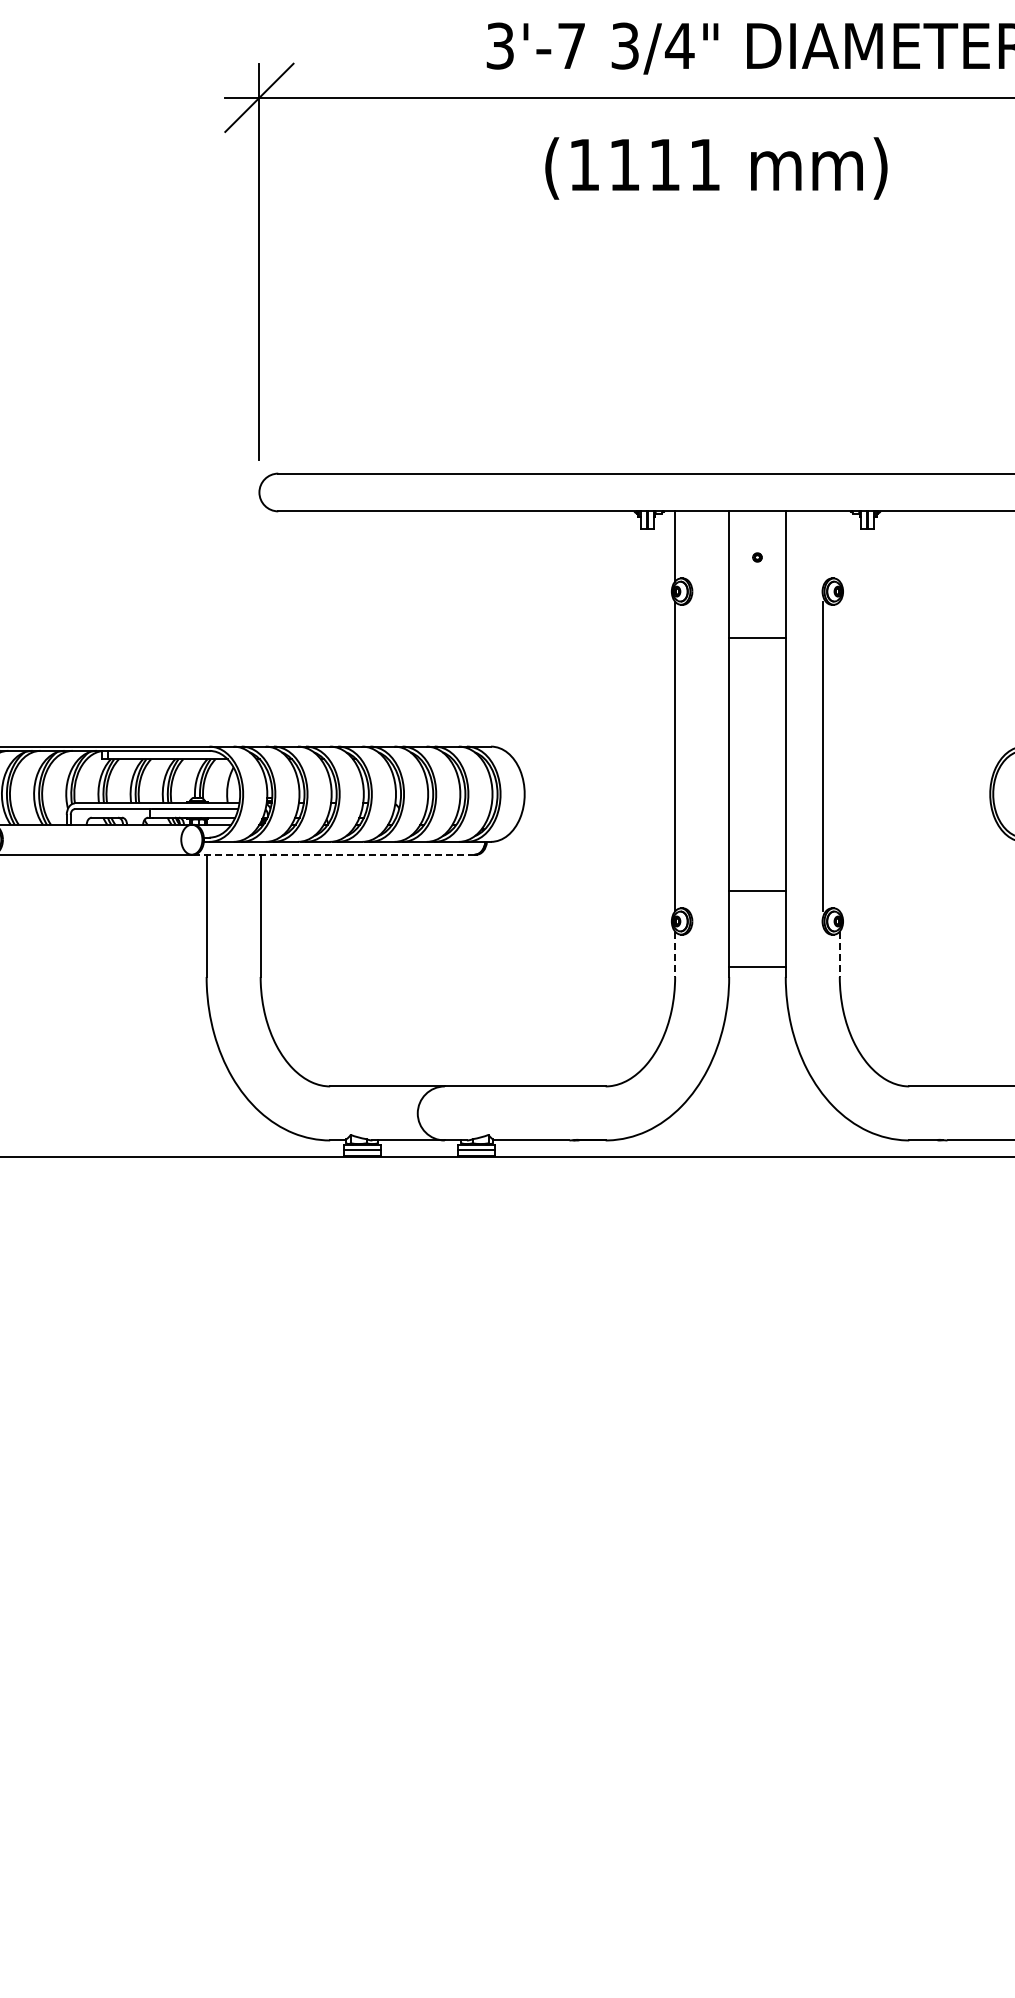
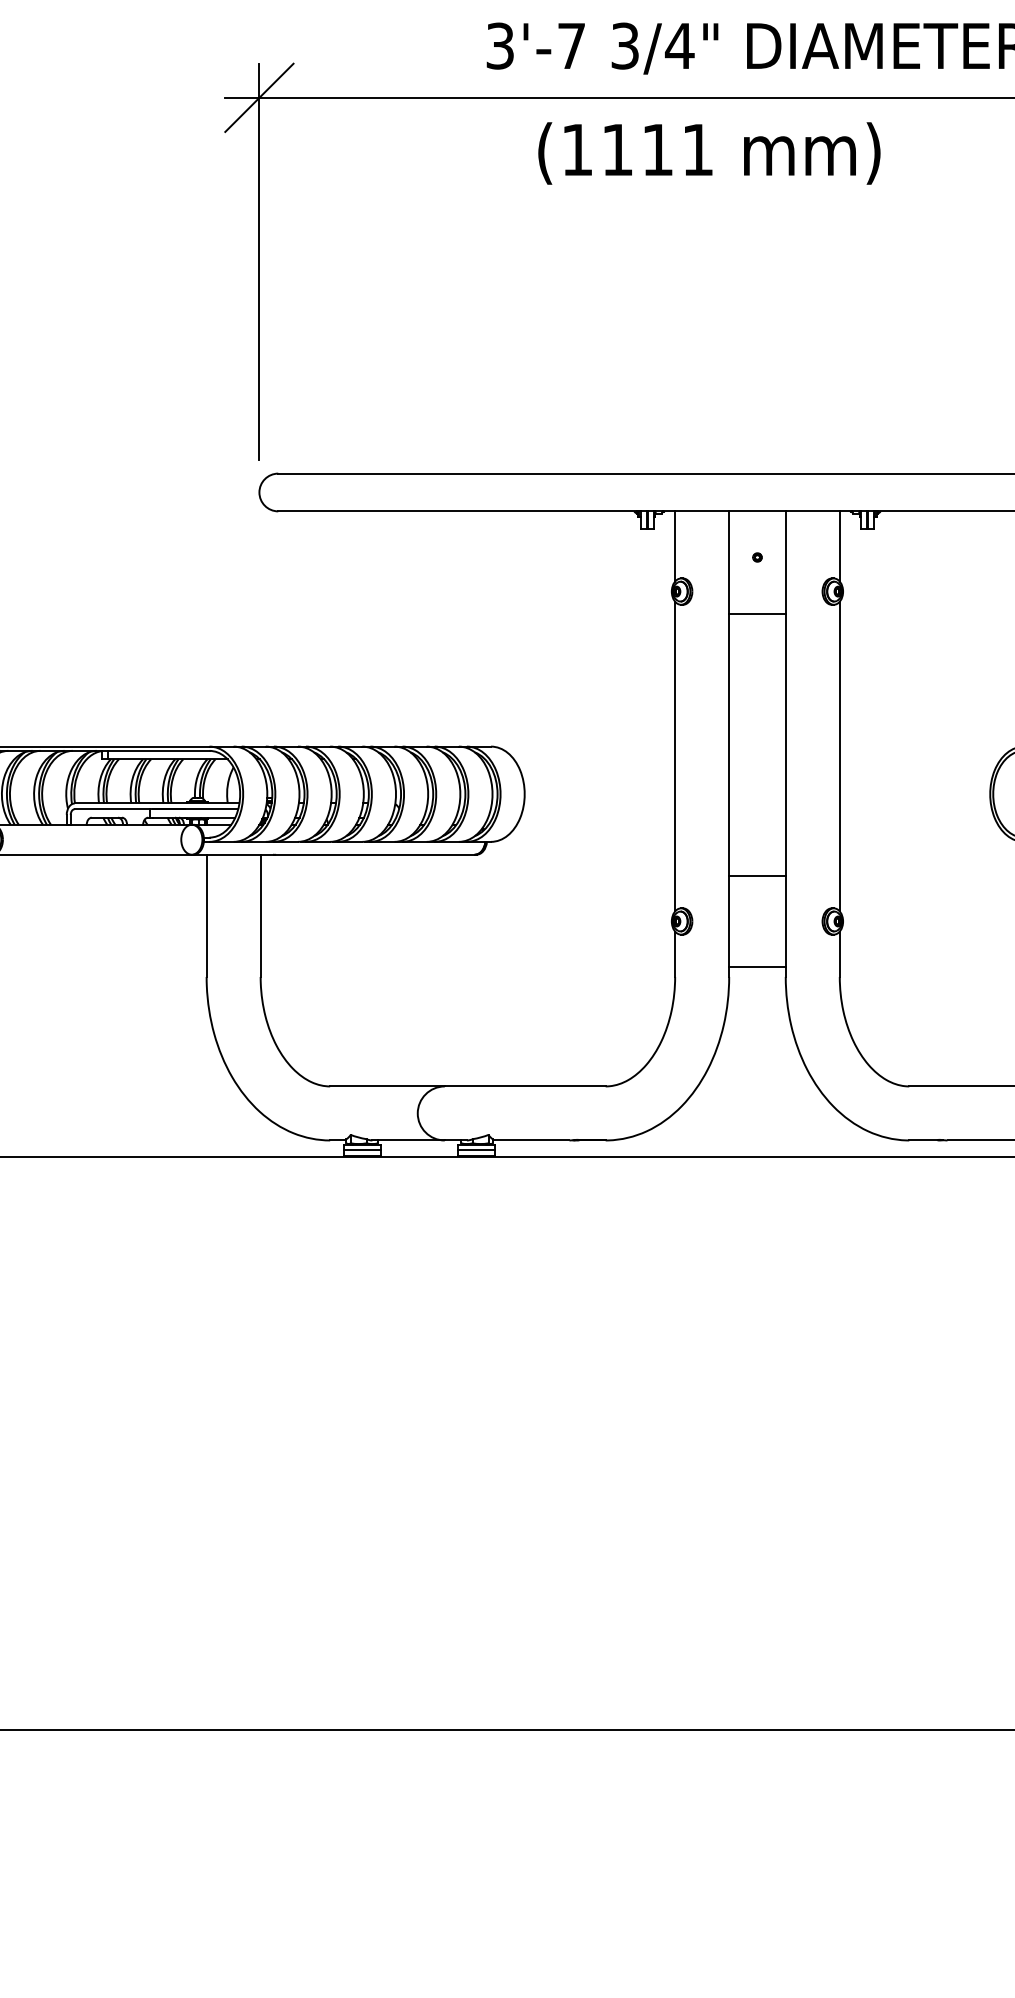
text at (716, 168) position: (716, 168) -> (709, 153)
line at (839, 546): none -> present
line at (757, 638) position: (757, 638) -> (757, 614)
line at (822, 756) position: (822, 756) -> (839, 756)
line at (334, 854): dashed -> solid
line at (757, 891) position: (757, 891) -> (757, 876)
line at (675, 954): dashed -> solid
line at (839, 954): dashed -> solid
line at (506, 1730): none -> present
